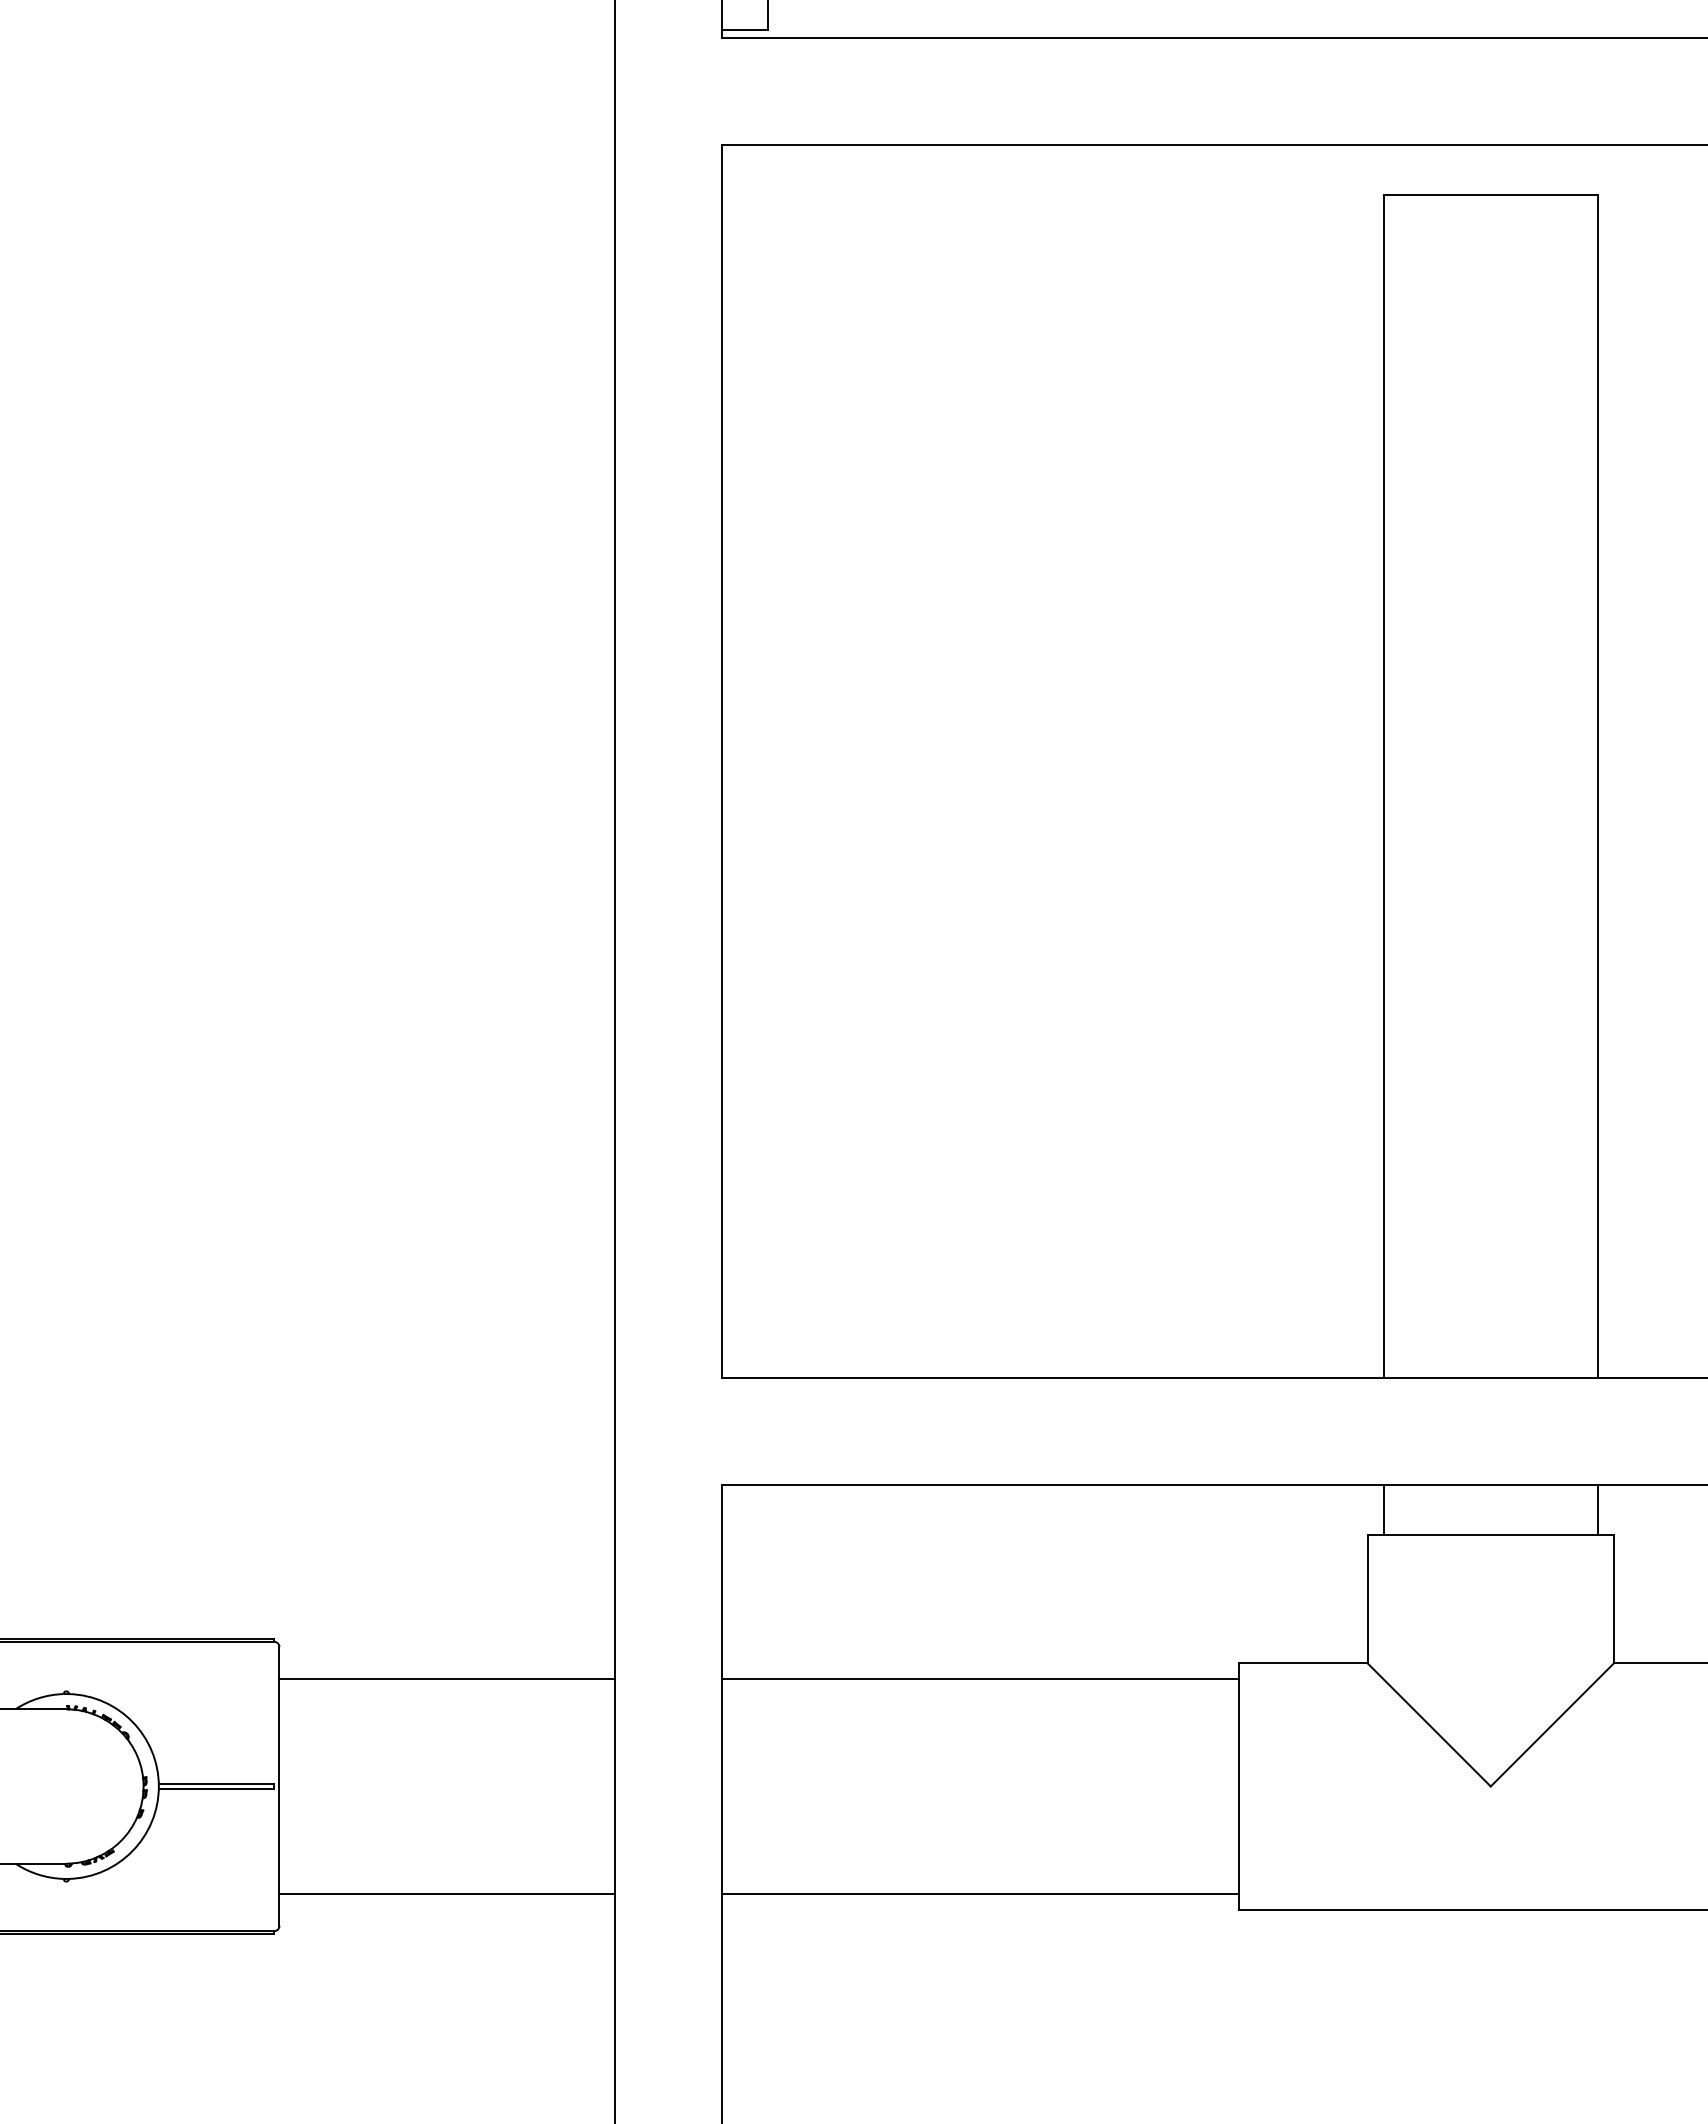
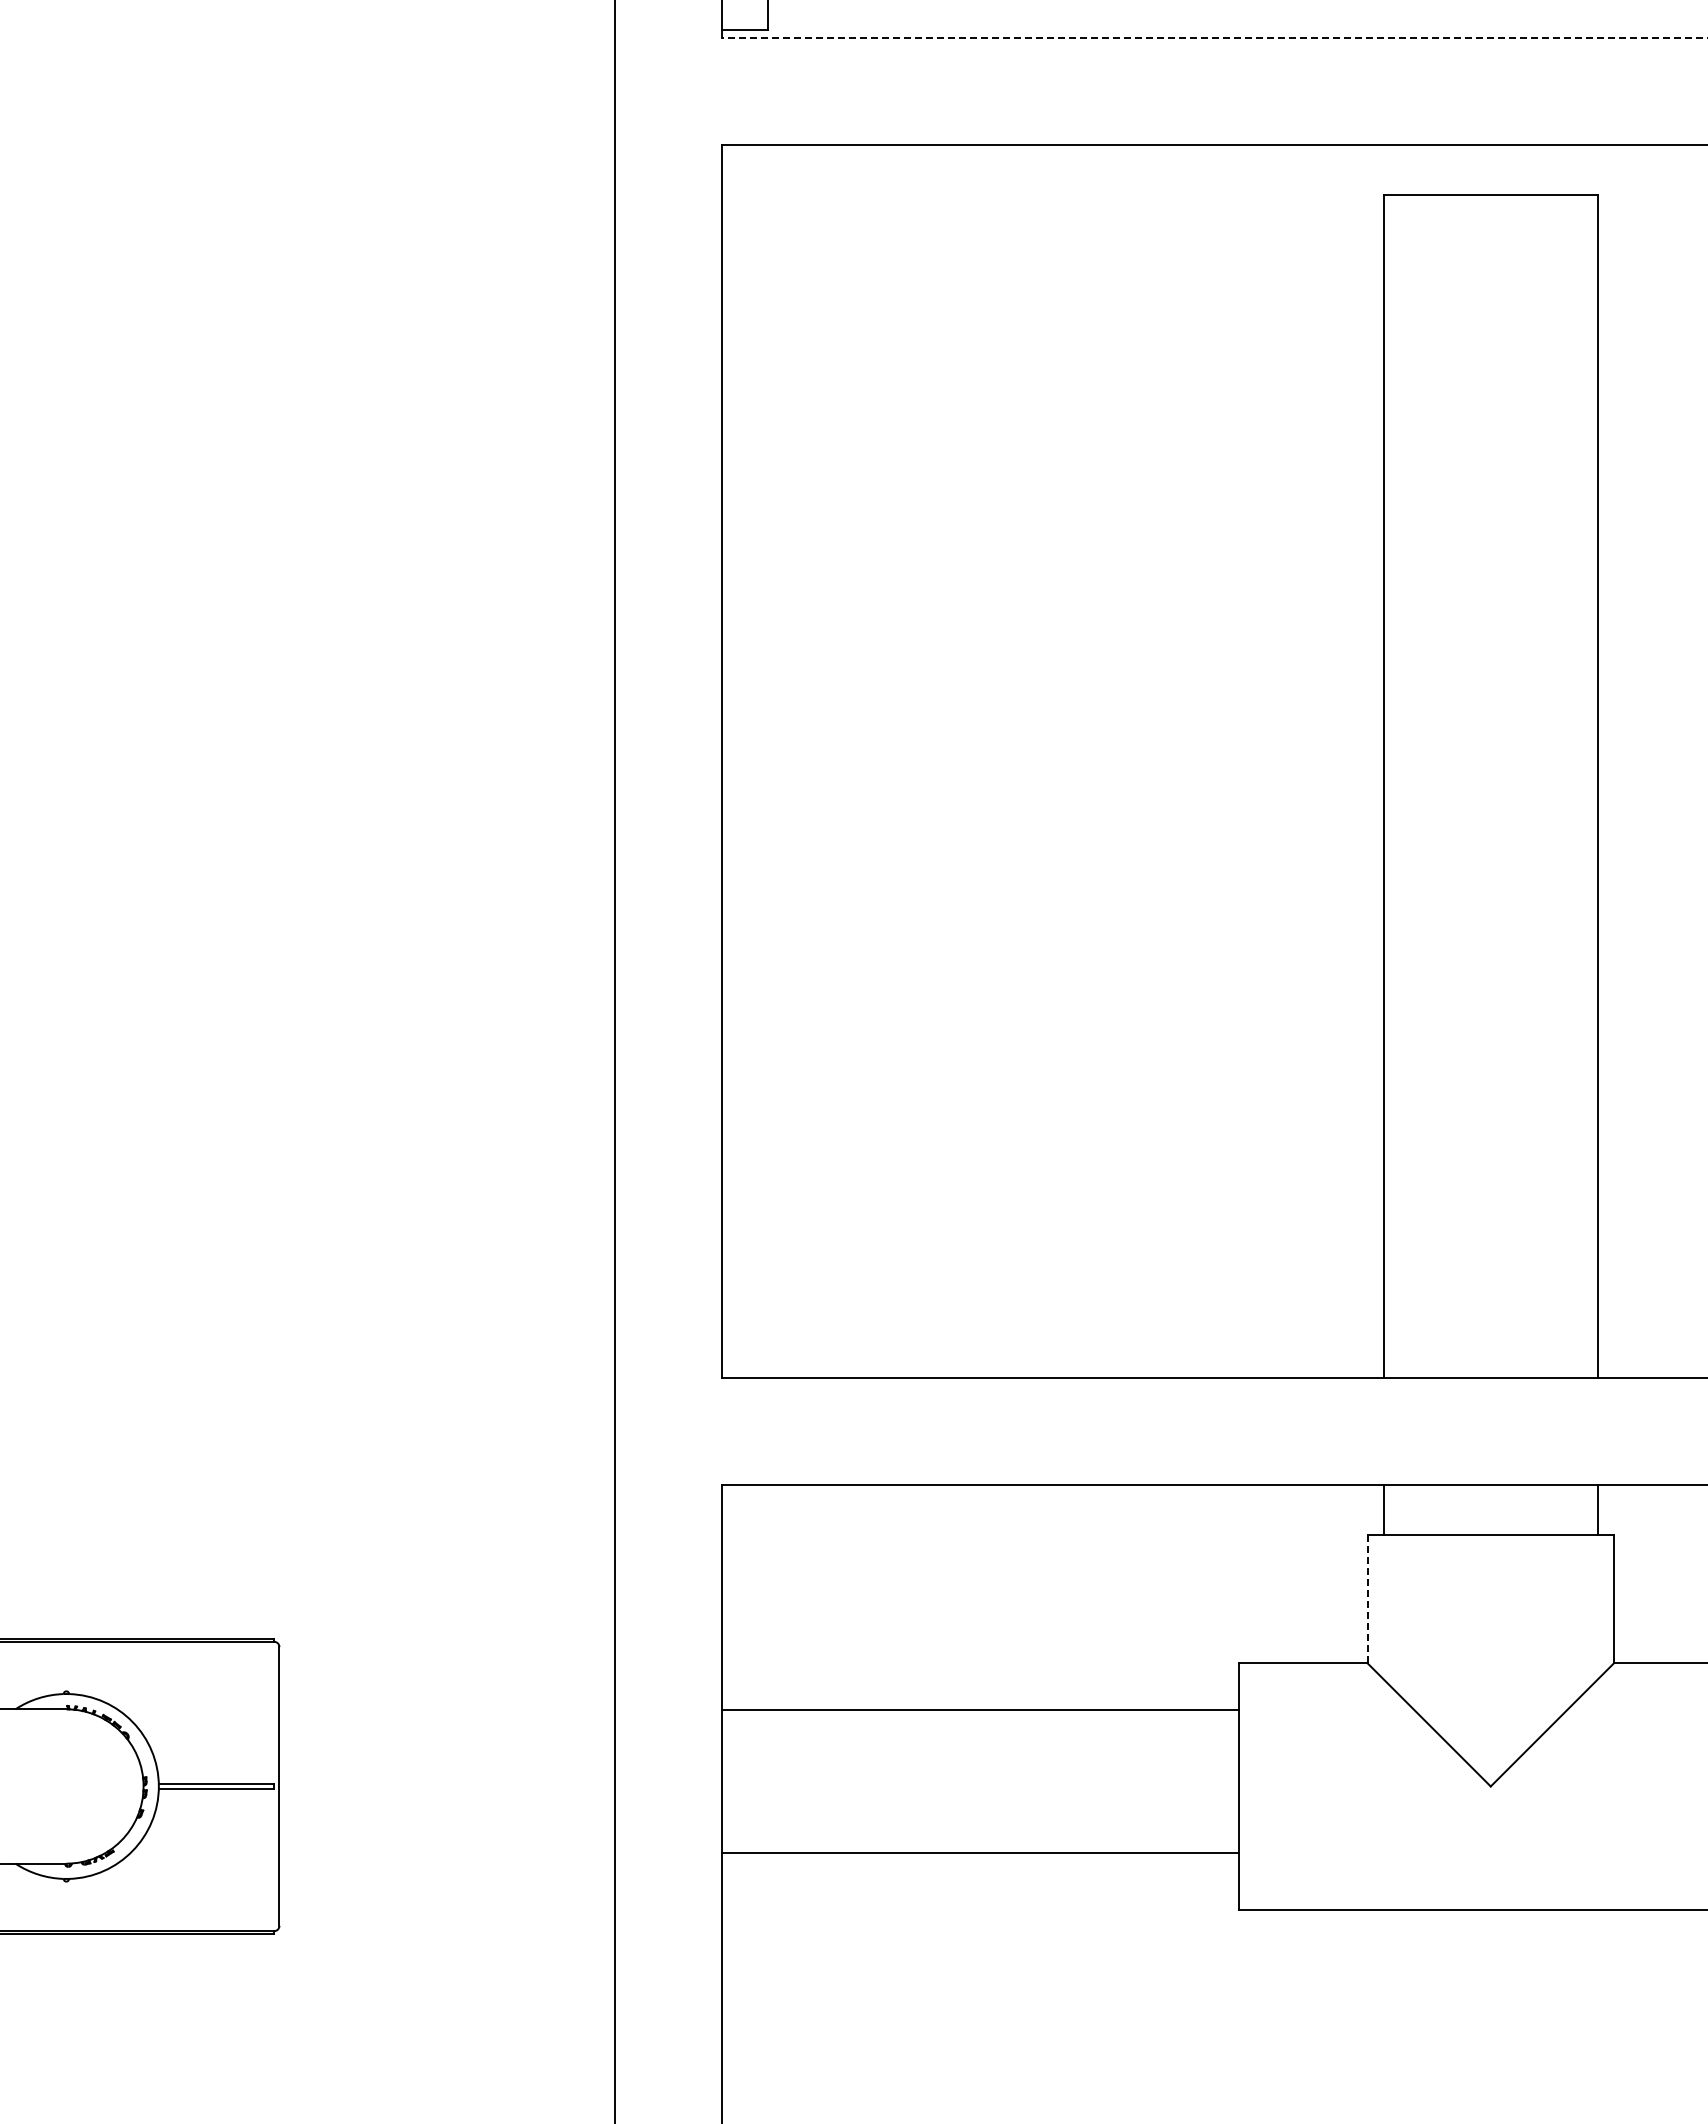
line at (1214, 38): solid -> dashed
line at (1367, 1599): solid -> dashed
line at (446, 1679): present -> none
line at (979, 1679) position: (979, 1679) -> (979, 1710)
line at (446, 1893): present -> none
line at (979, 1893) position: (979, 1893) -> (979, 1852)
